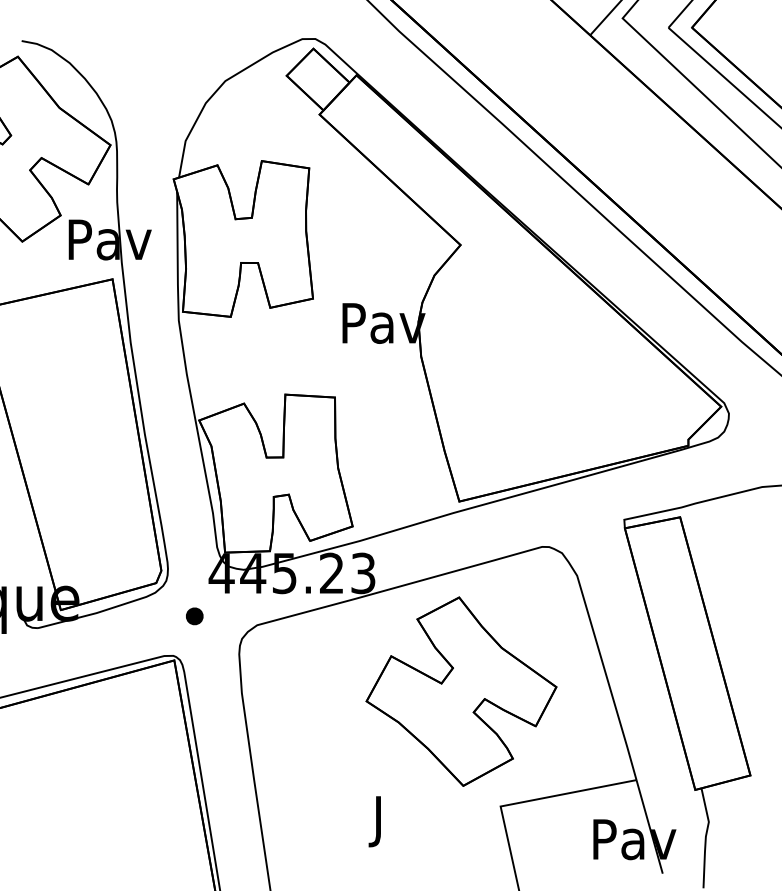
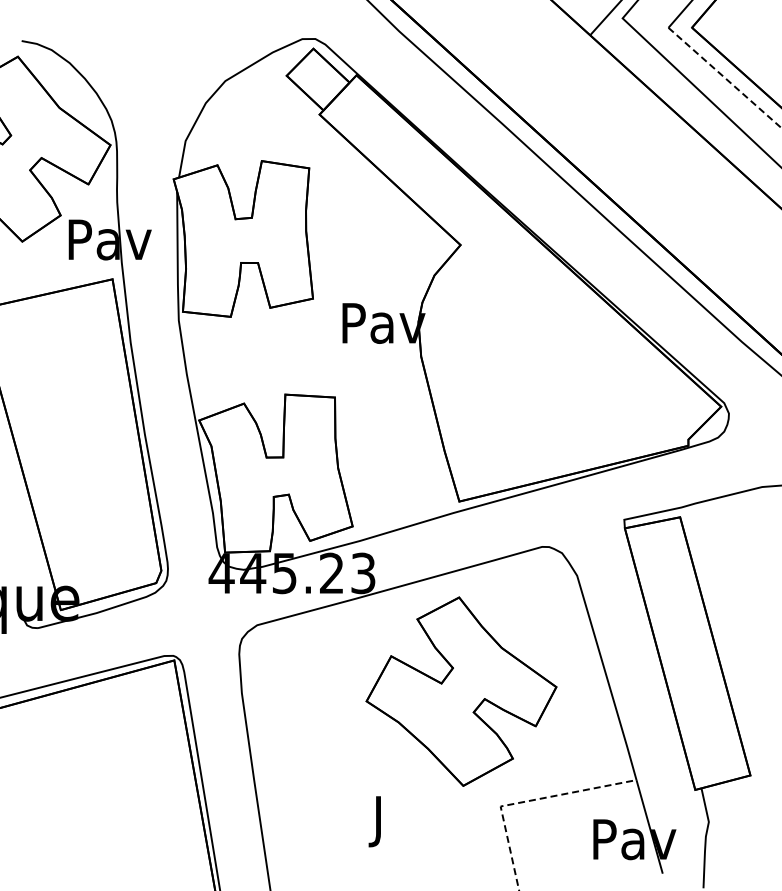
line at (725, 78): solid -> dashed
part at (194, 616): present -> none
line at (526, 801): solid -> dashed
